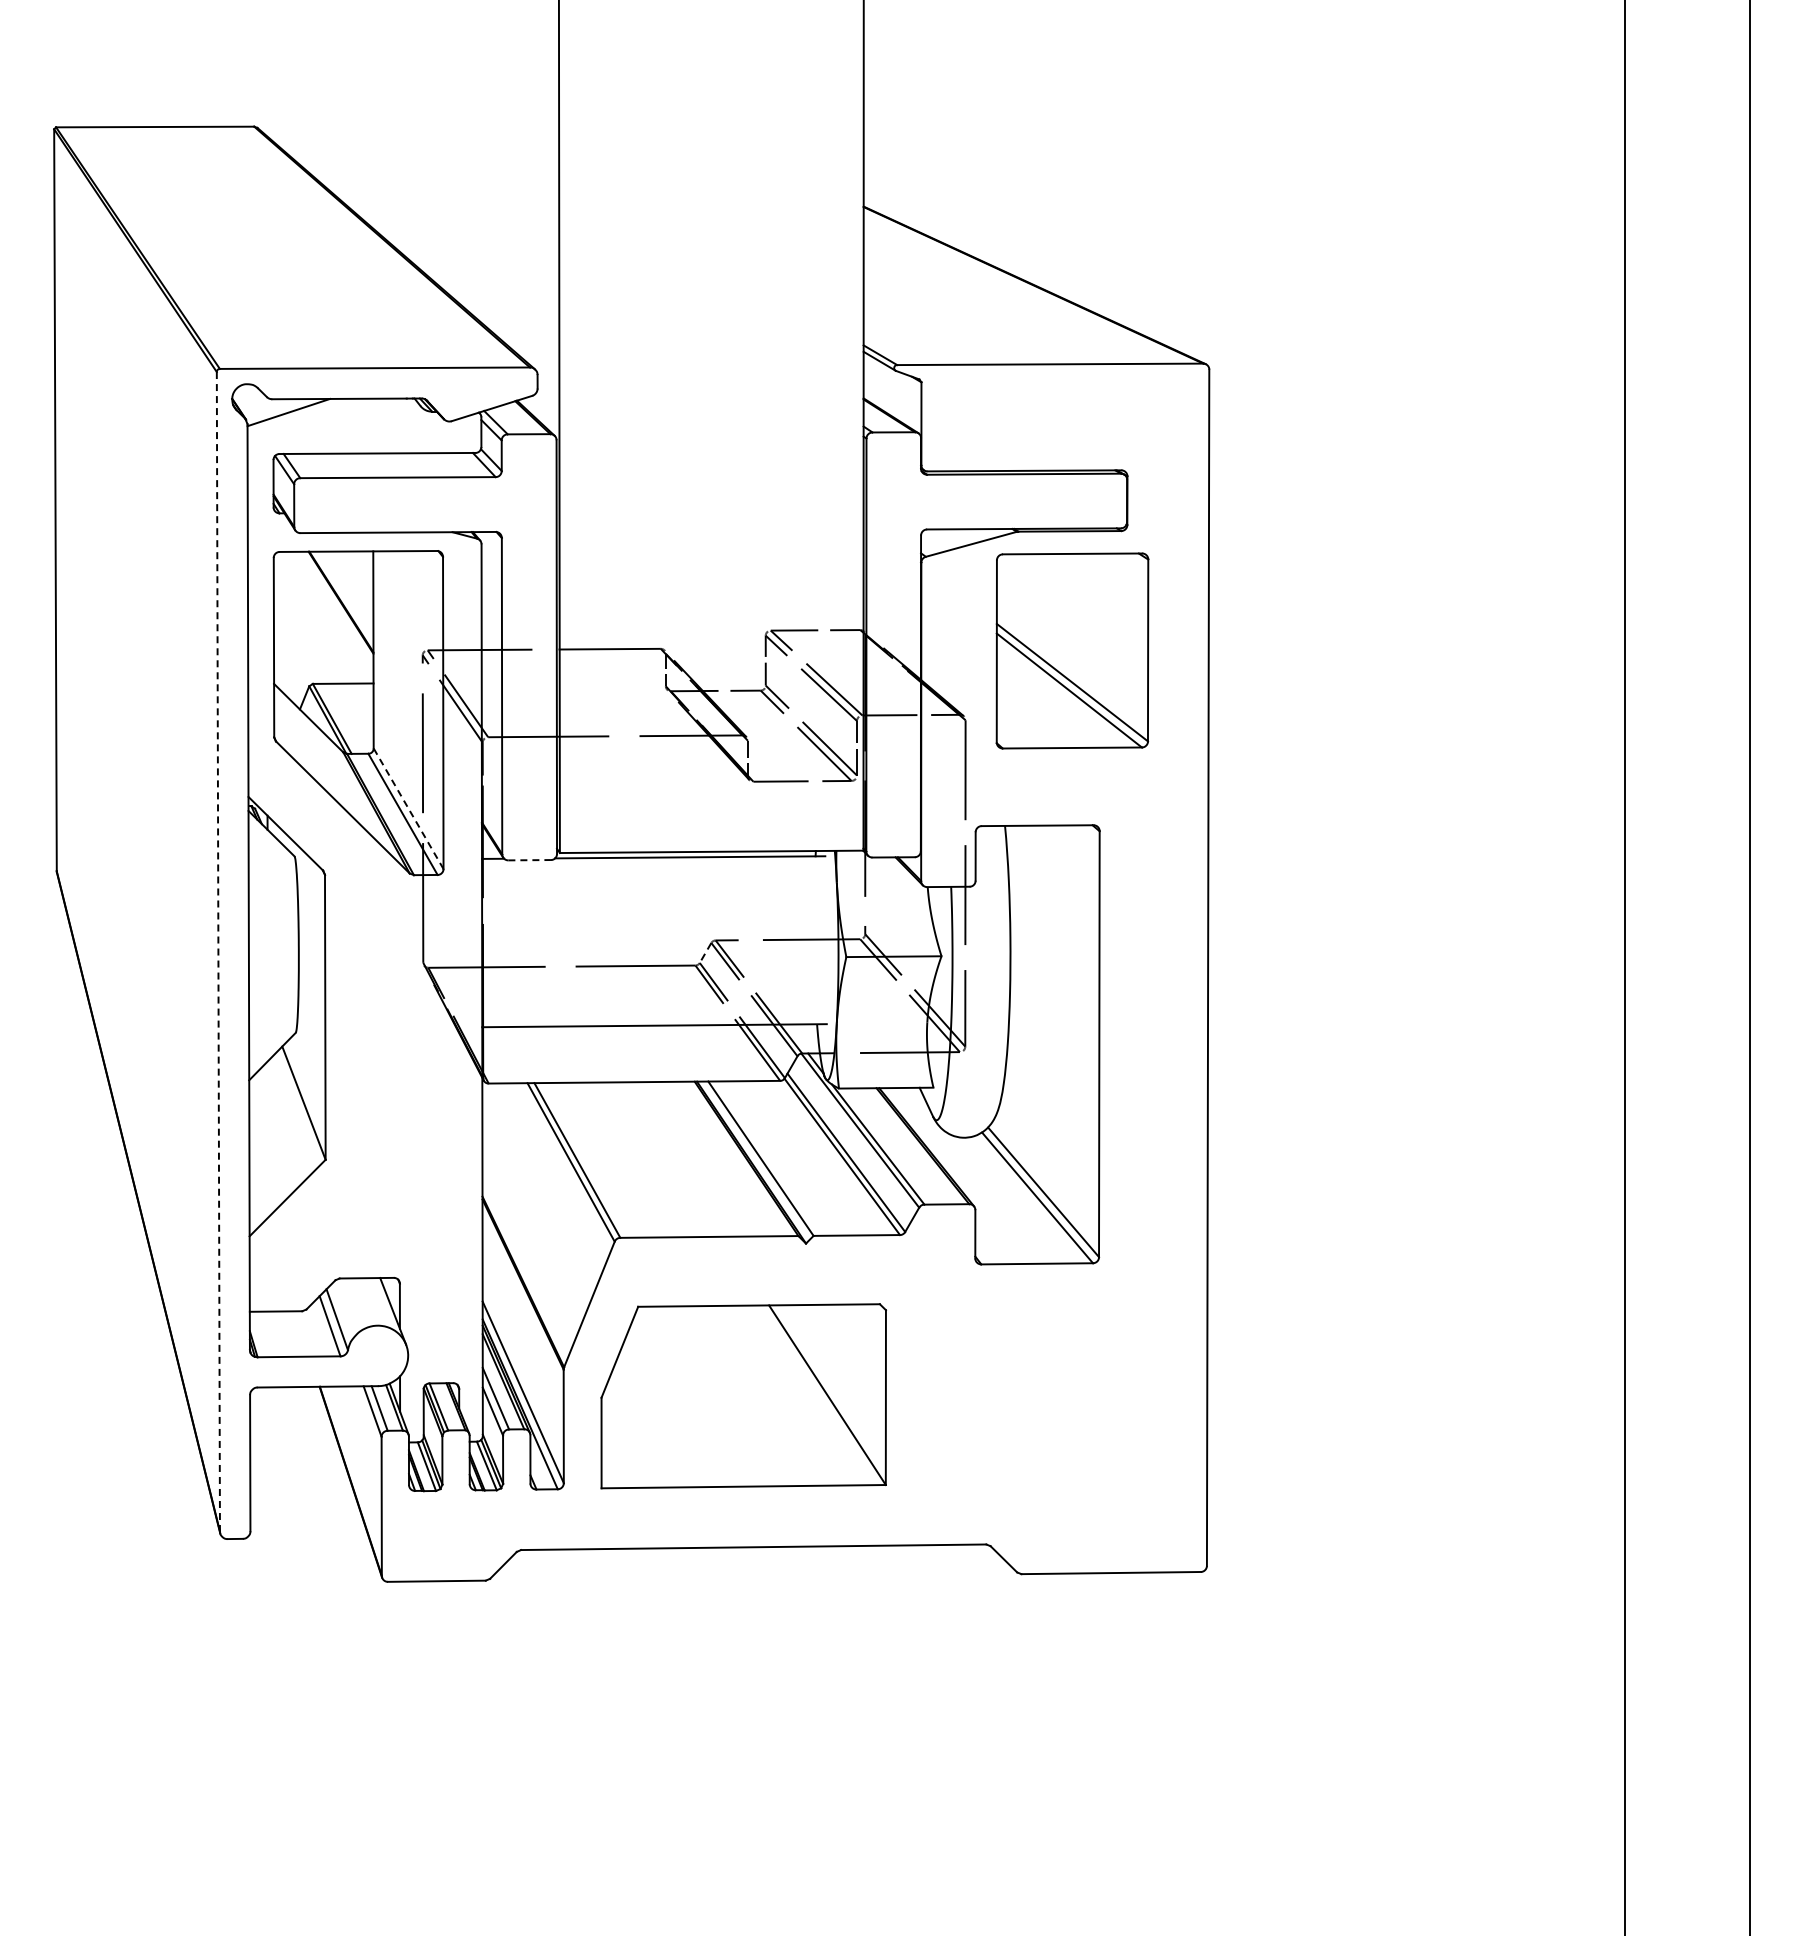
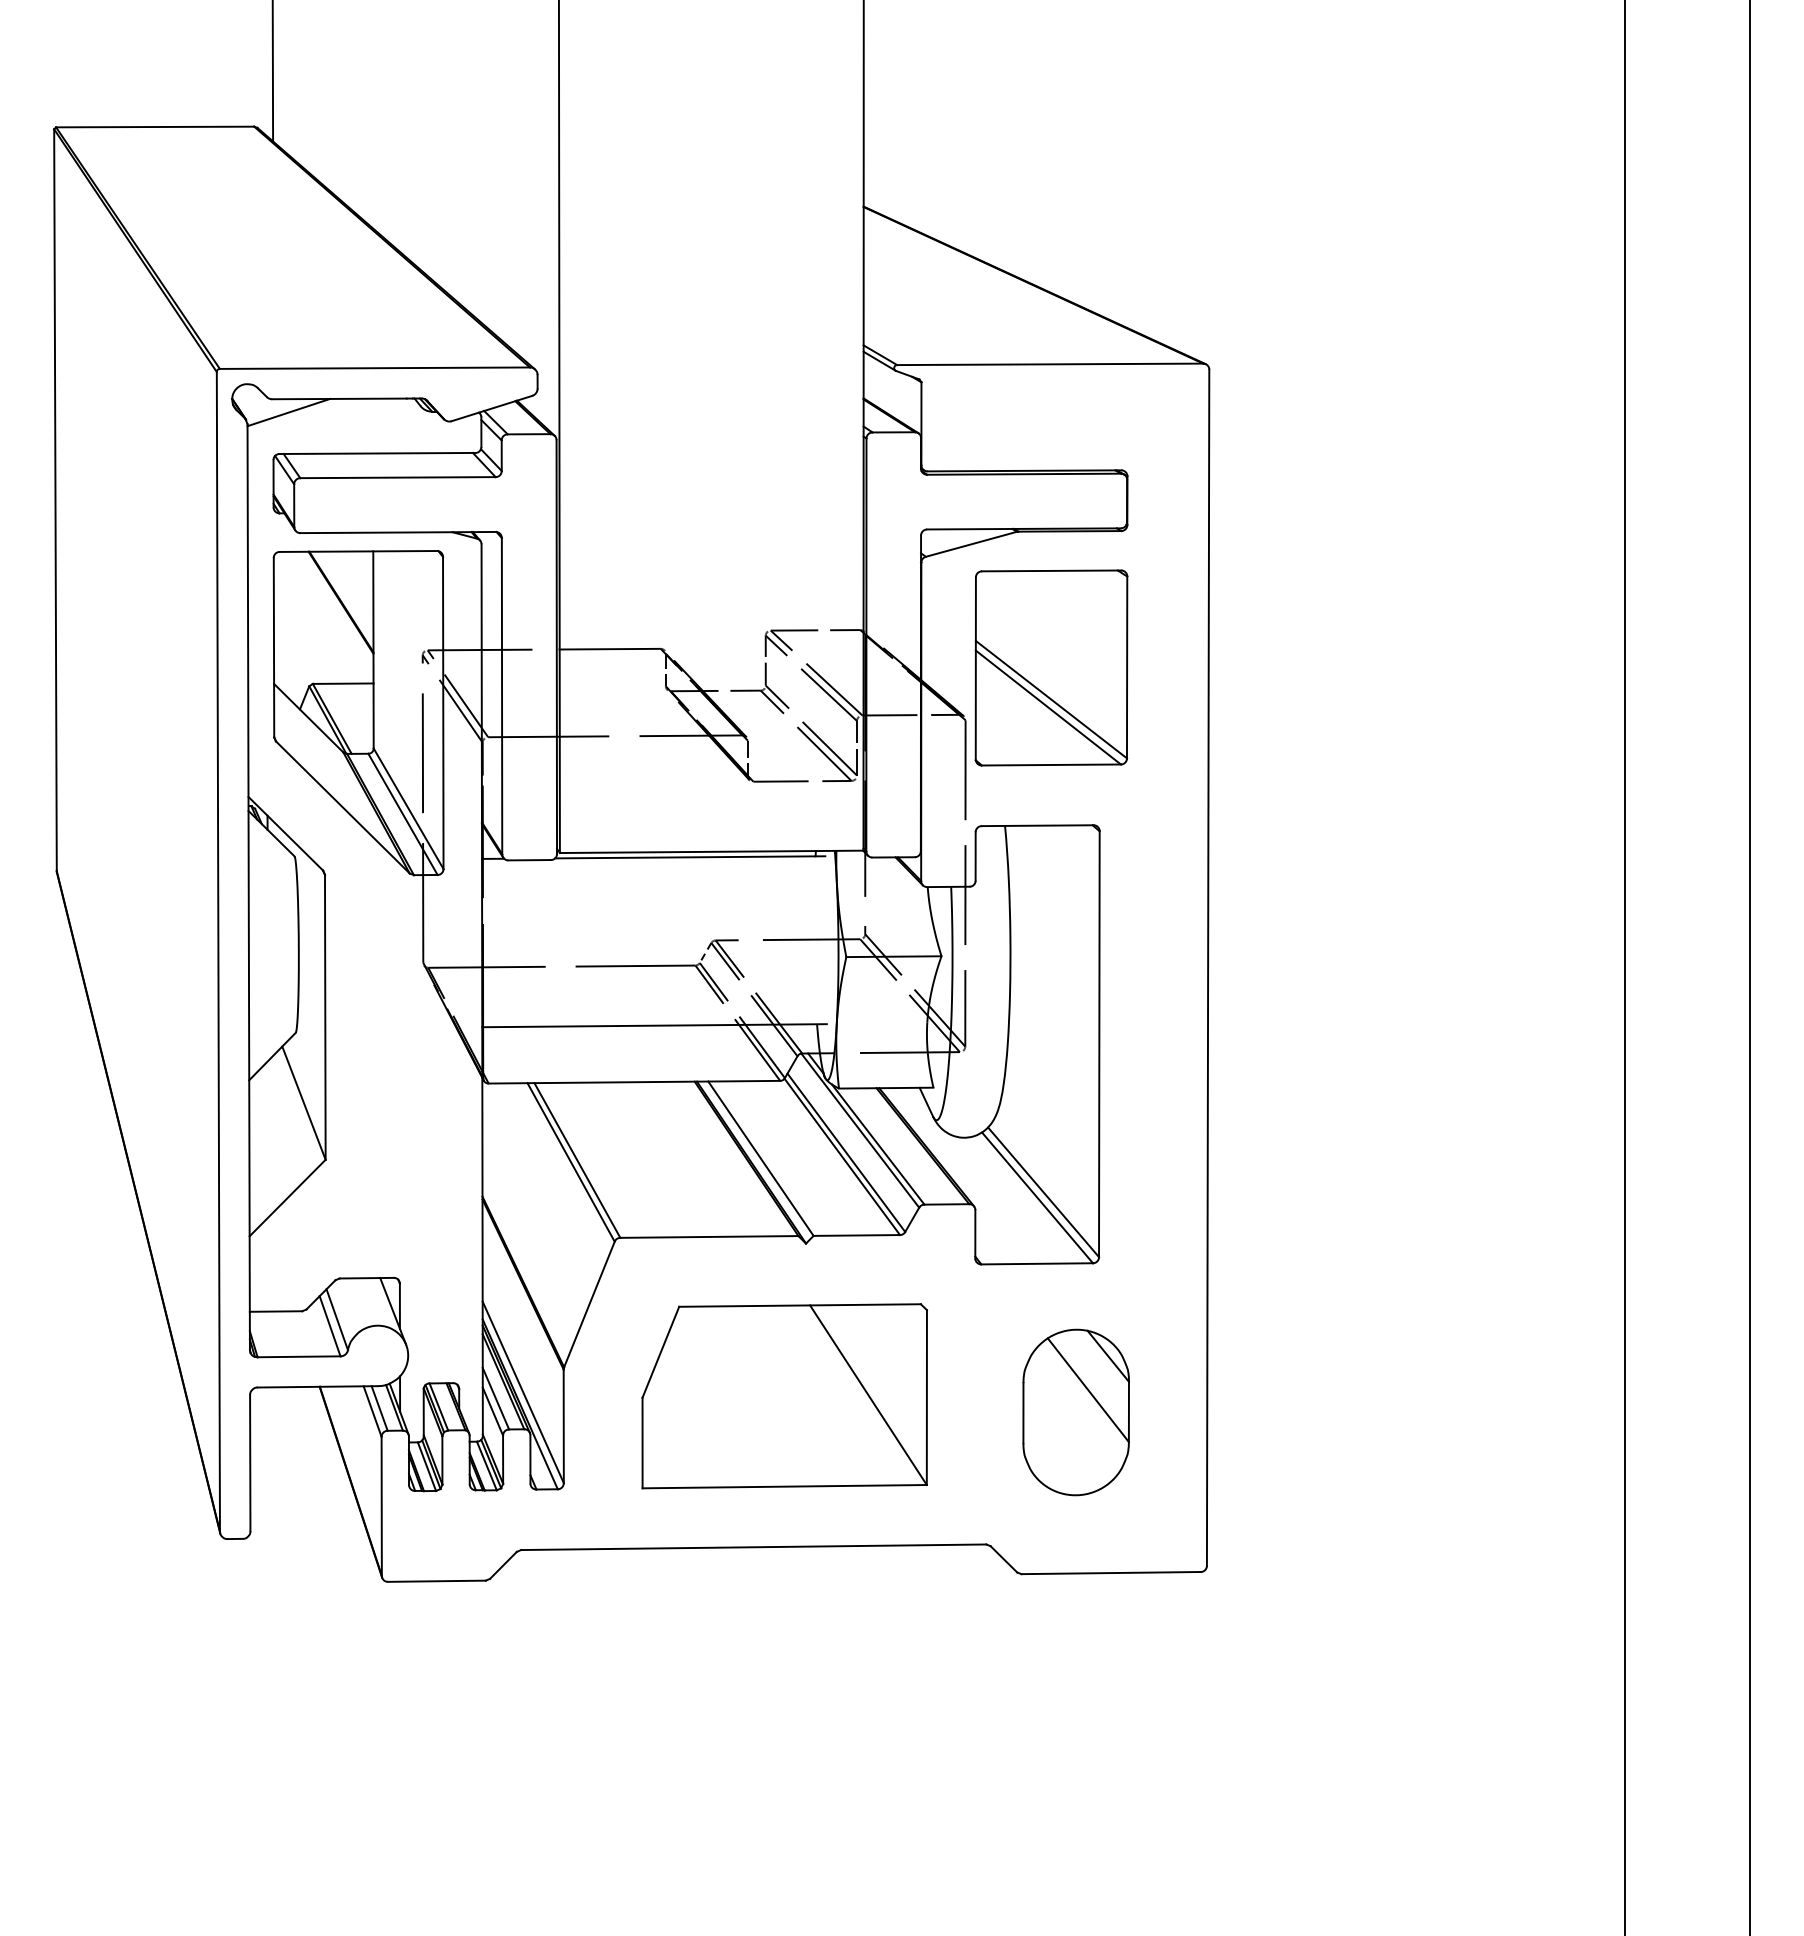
line at (272, 71): none -> present
part at (1072, 650) position: (1072, 650) -> (1051, 667)
line at (408, 808): dashed -> solid
line at (530, 860): dashed -> solid
line at (218, 951): dashed -> solid
part at (743, 1396) position: (743, 1396) -> (784, 1396)
part at (1075, 1412): none -> present
